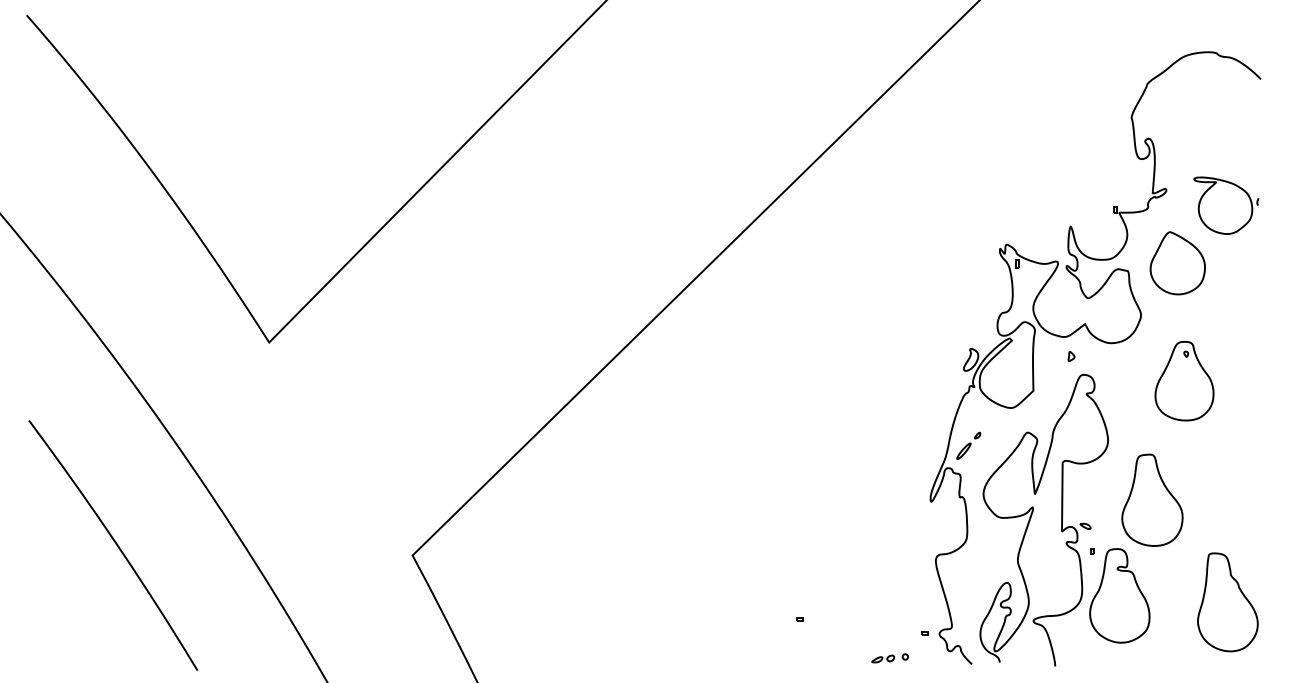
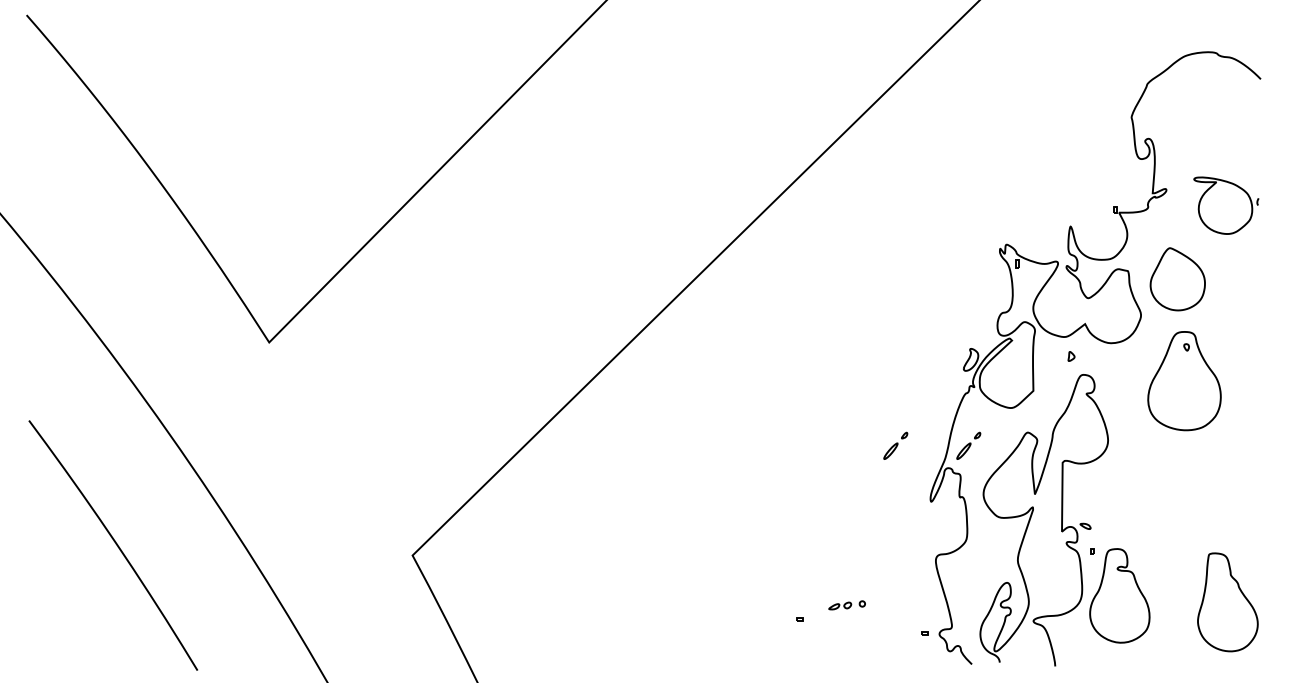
part at (1177, 263) position: (1177, 263) -> (1177, 279)
part at (1184, 381) size: 61x81 px -> 75x101 px
part at (895, 445): none -> present
part at (1152, 499): present -> none
part at (889, 658) position: (889, 658) -> (846, 605)
